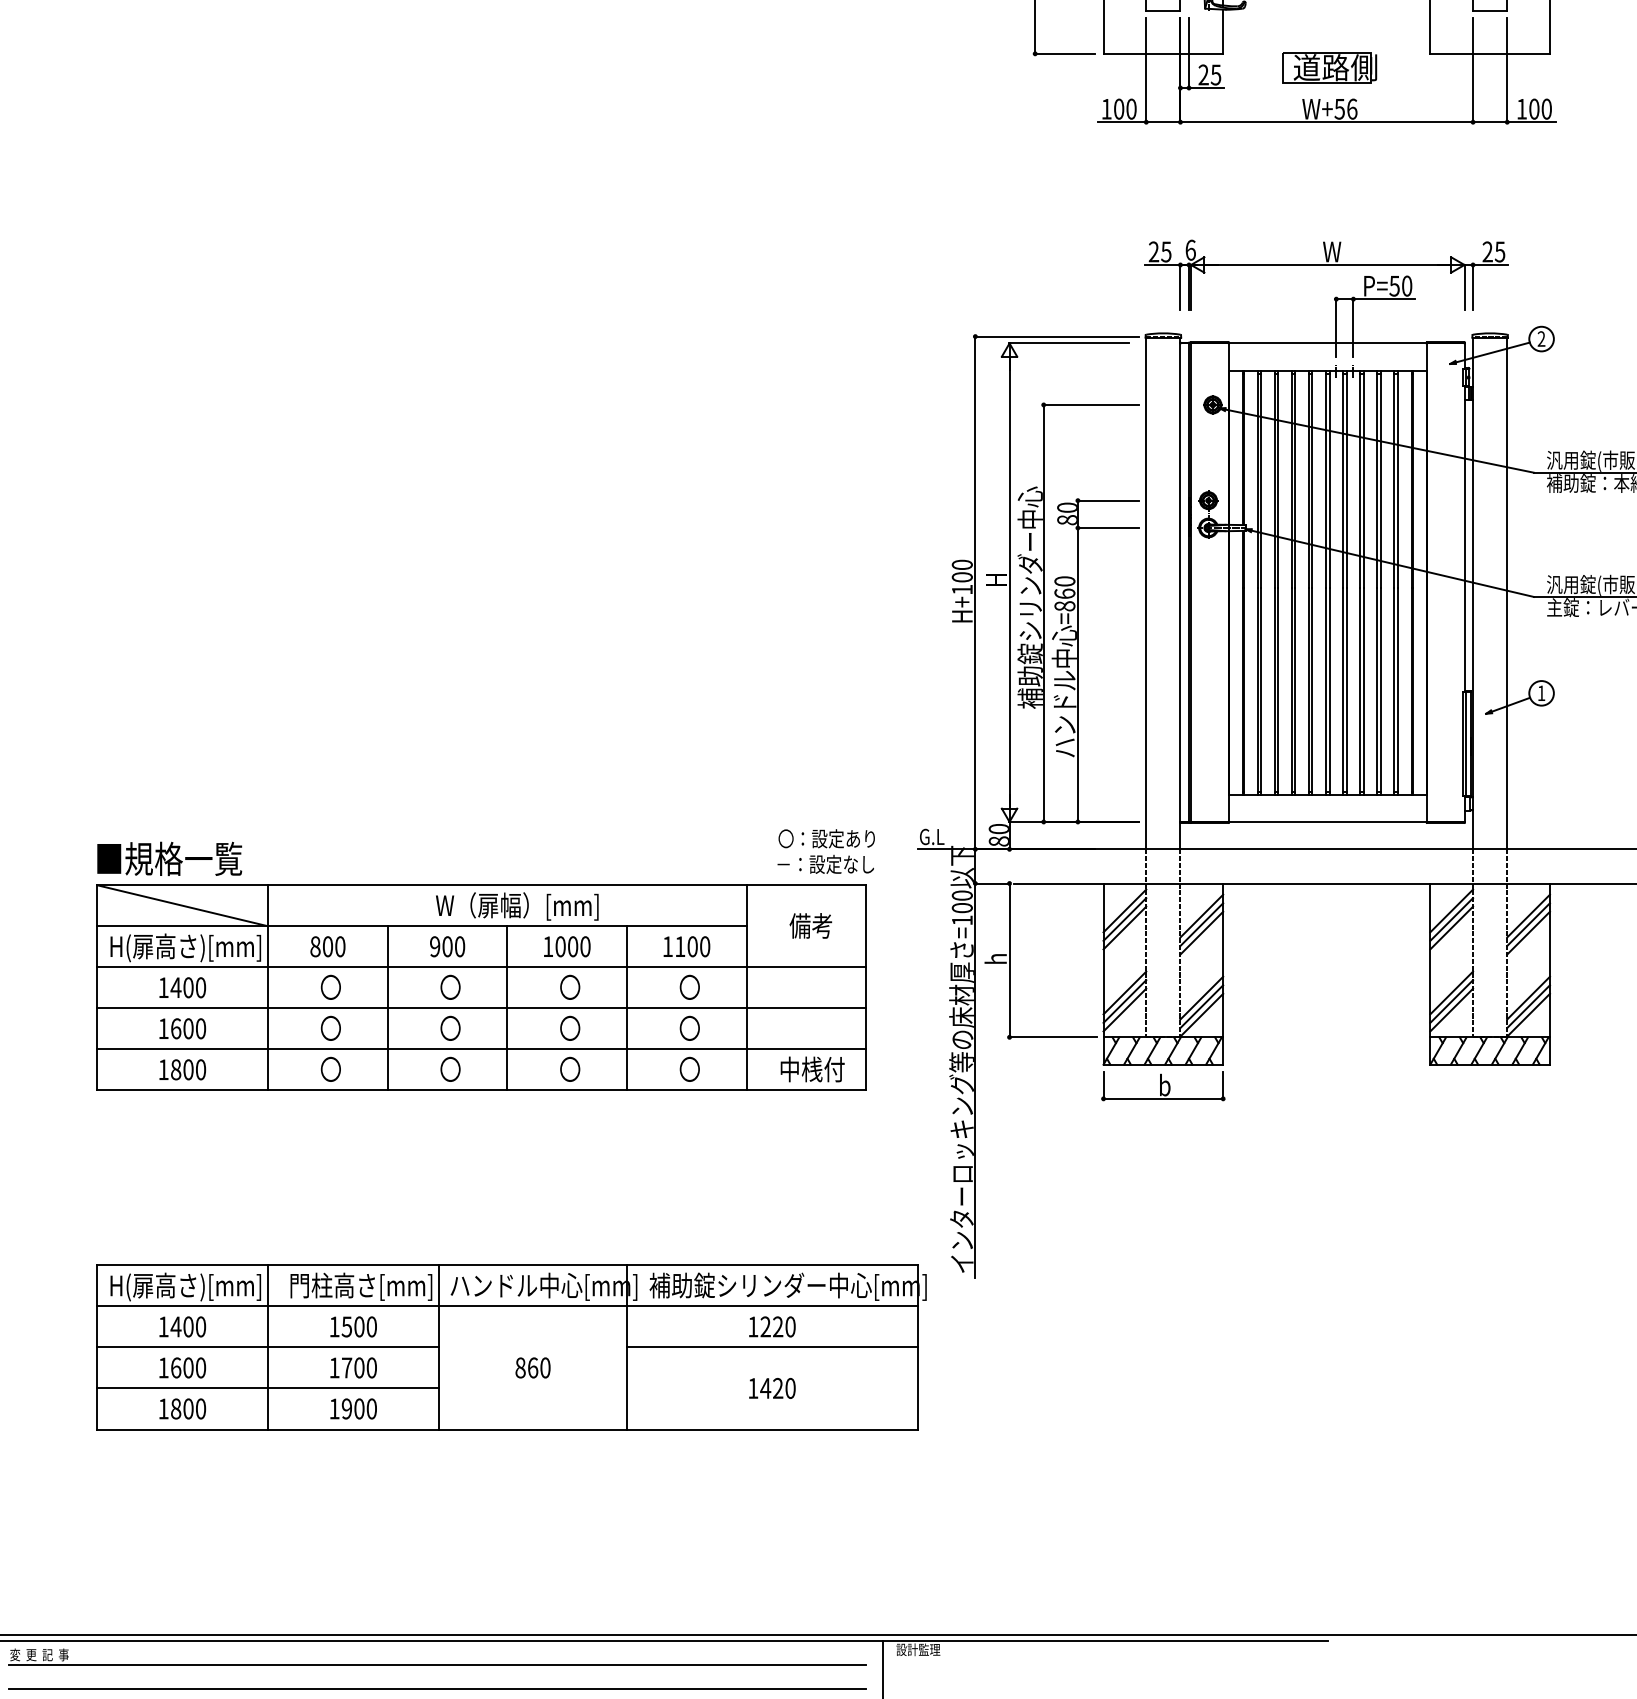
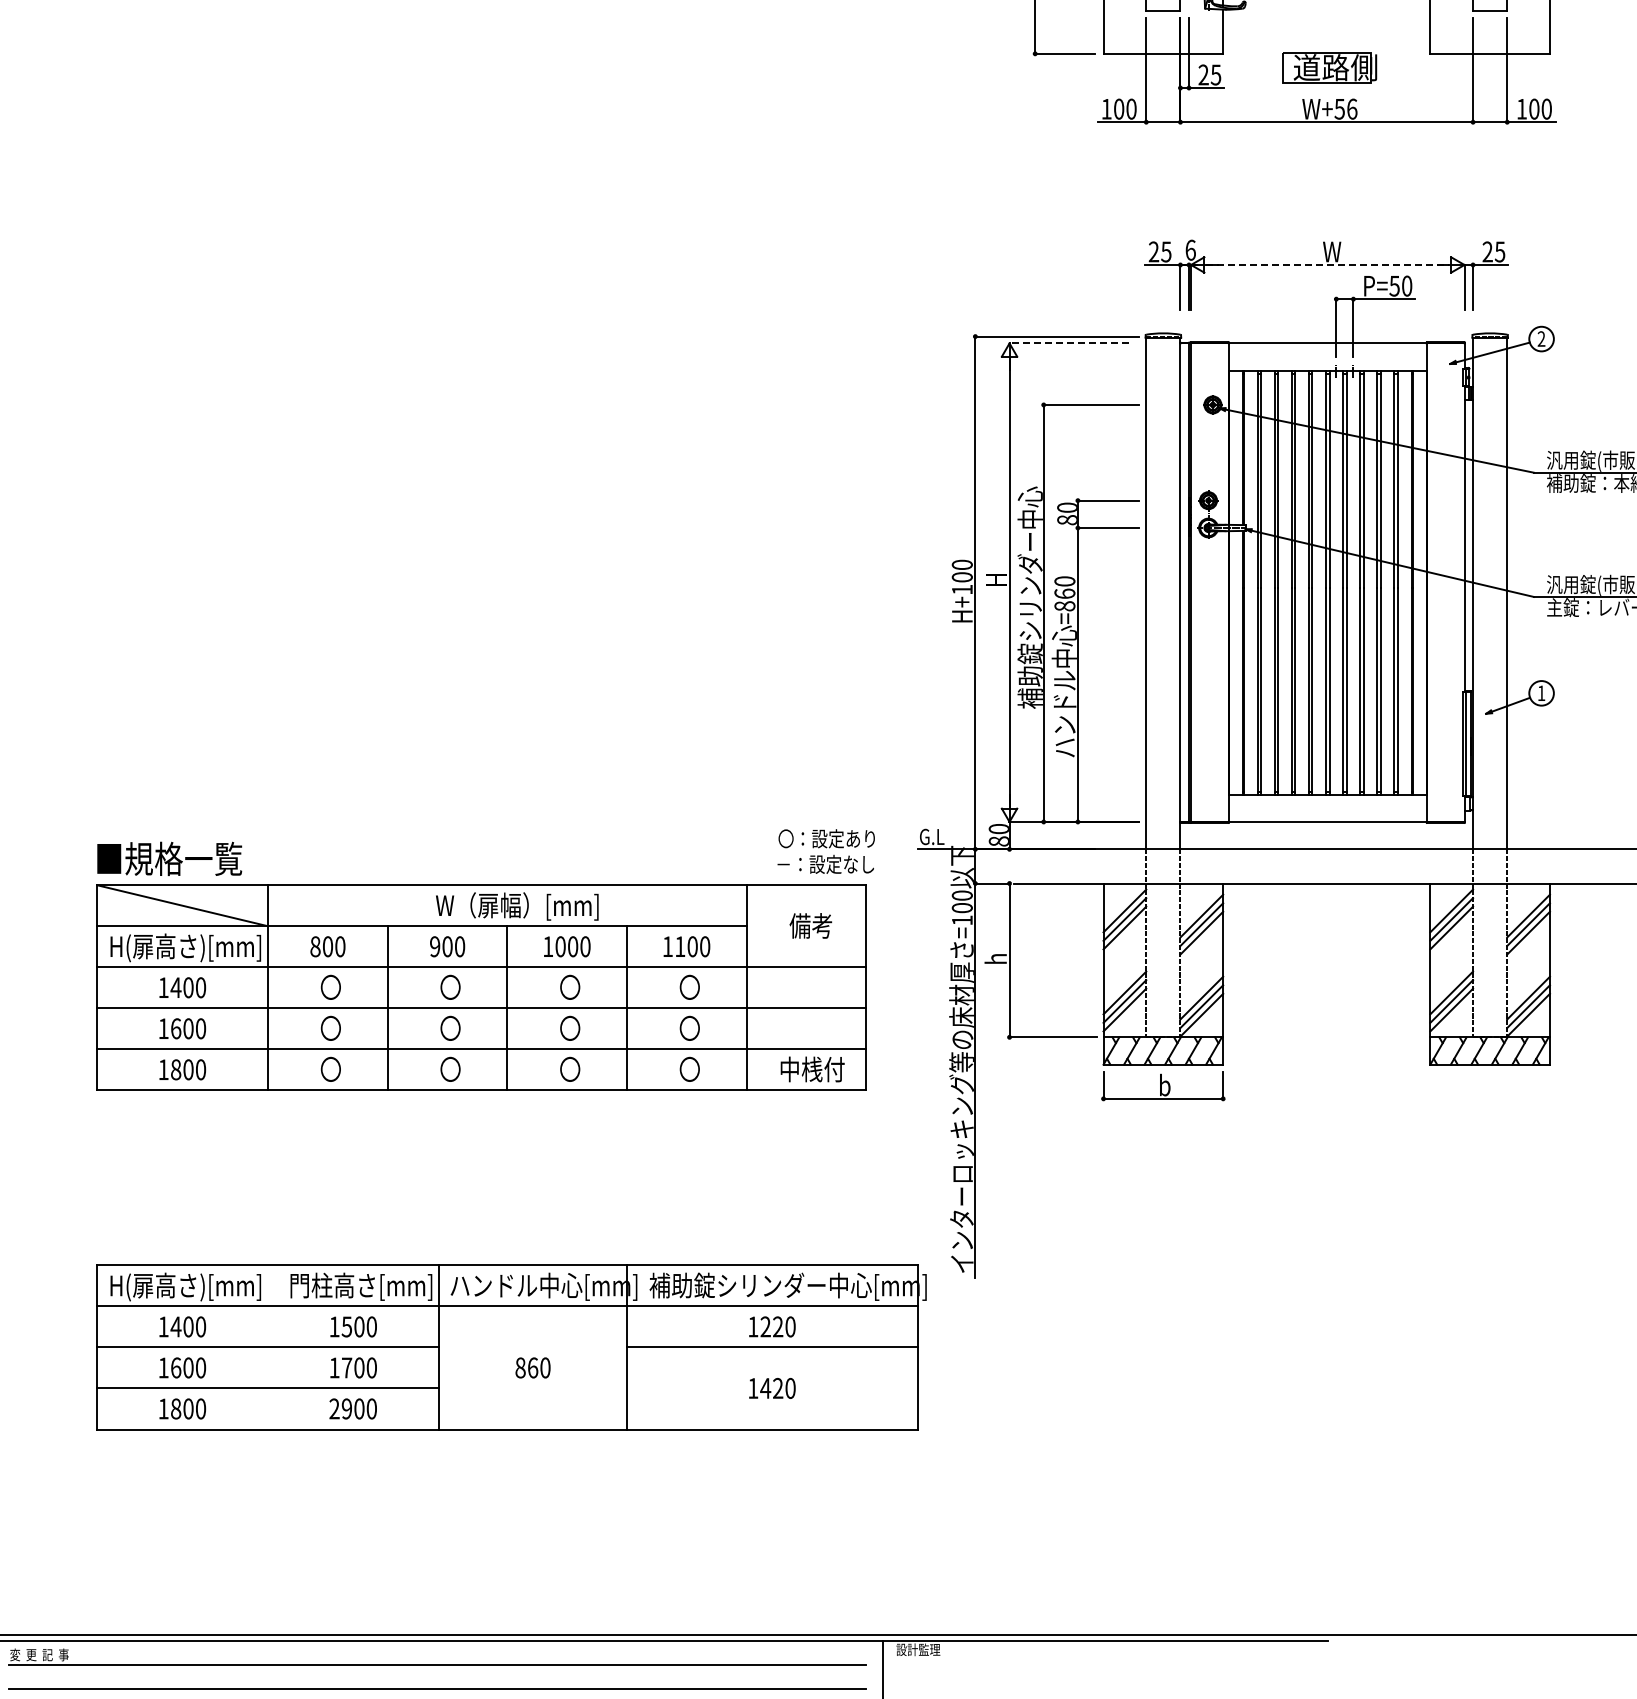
line at (1328, 264): solid -> dashed
line at (1069, 343): solid -> dashed
line at (268, 1347): present -> none
text at (334, 1408): 1900 -> 2900
